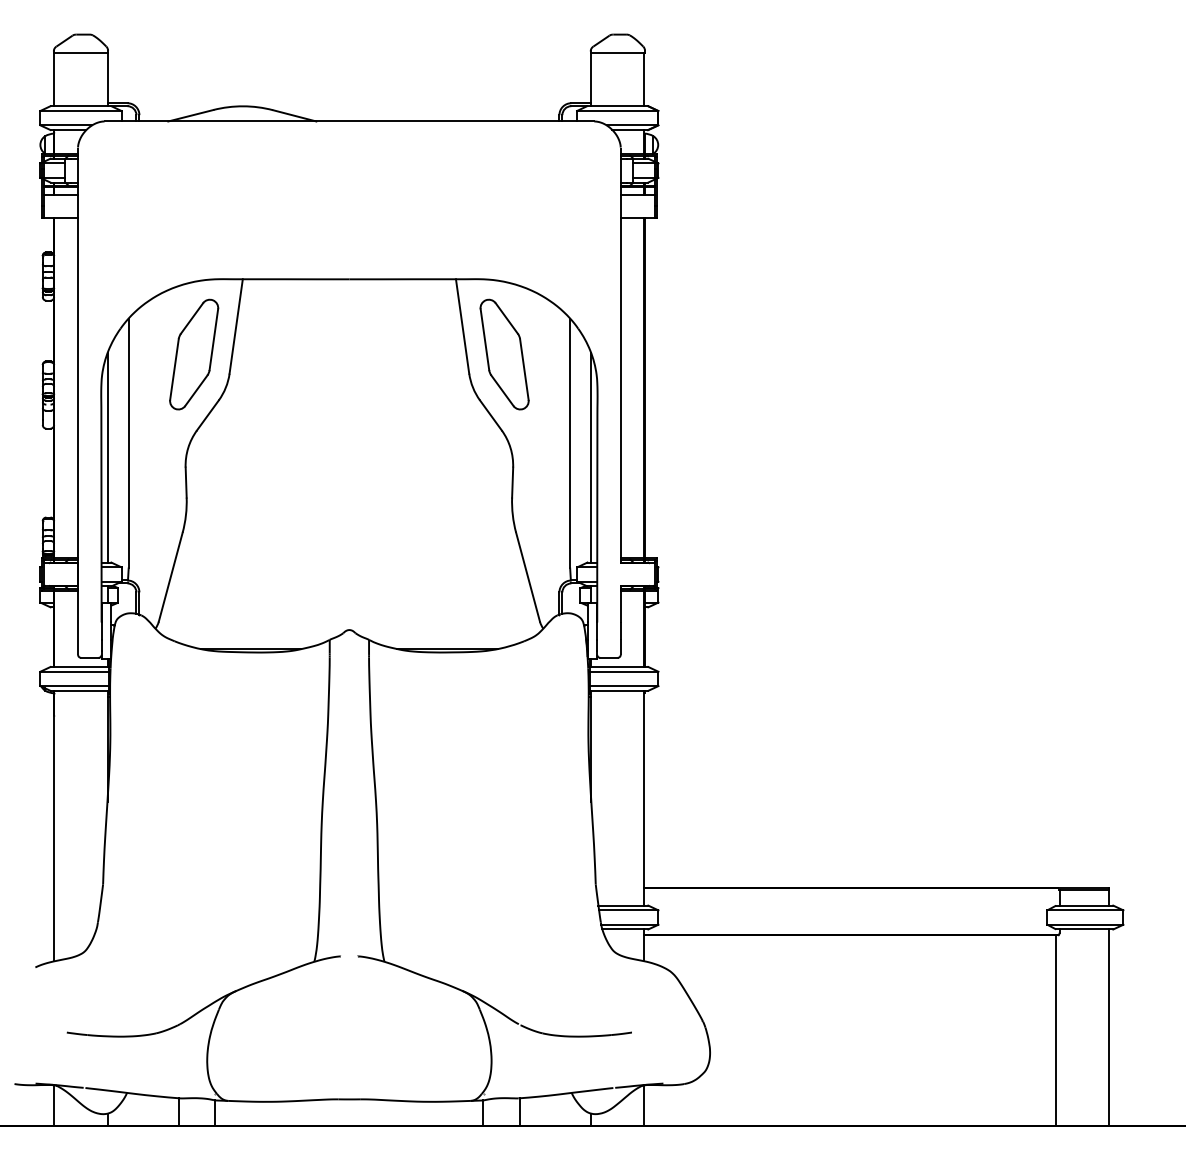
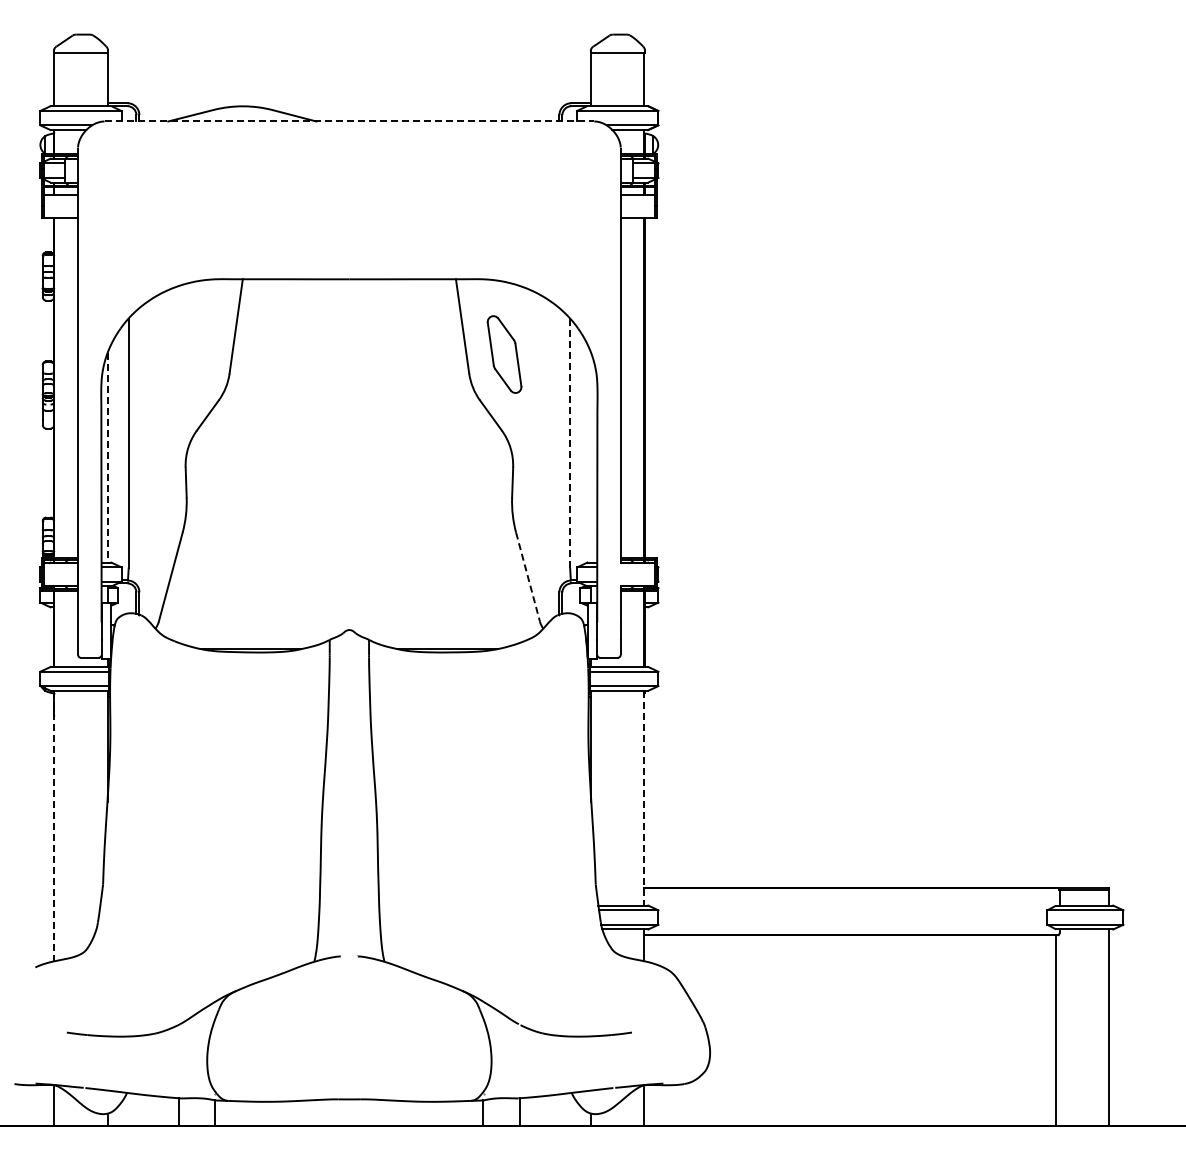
line at (349, 121): solid -> dashed
part at (194, 354): present -> none
part at (504, 354) size: 51x113 px -> 37x79 px
line at (570, 443): solid -> dashed
line at (107, 457): solid -> dashed
line at (591, 457): present -> none
line at (528, 577): solid -> dashed
line at (644, 798): solid -> dashed
line at (54, 826): solid -> dashed
